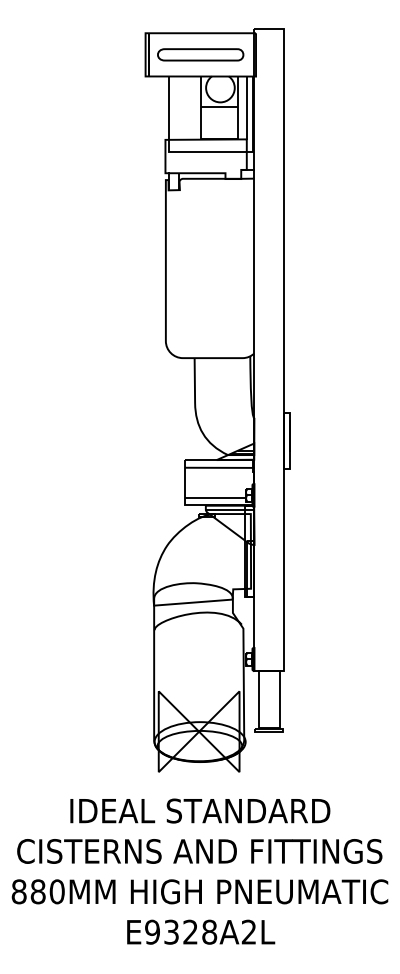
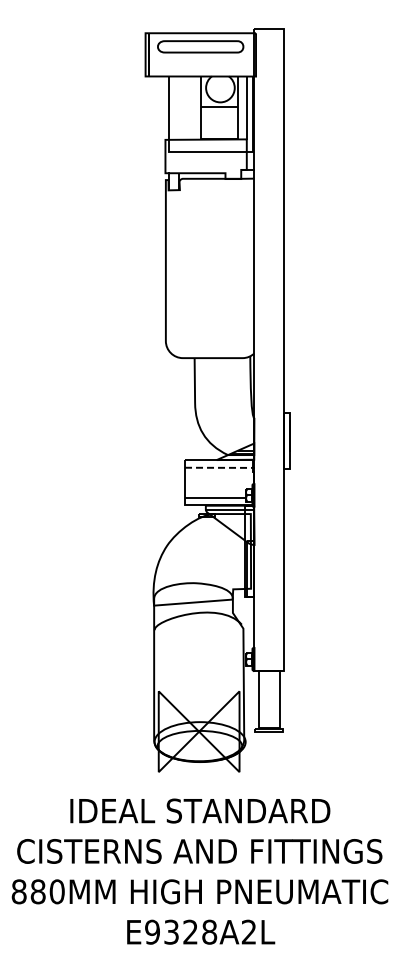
part at (200, 54) position: (200, 54) -> (200, 46)
line at (220, 467): solid -> dashed
